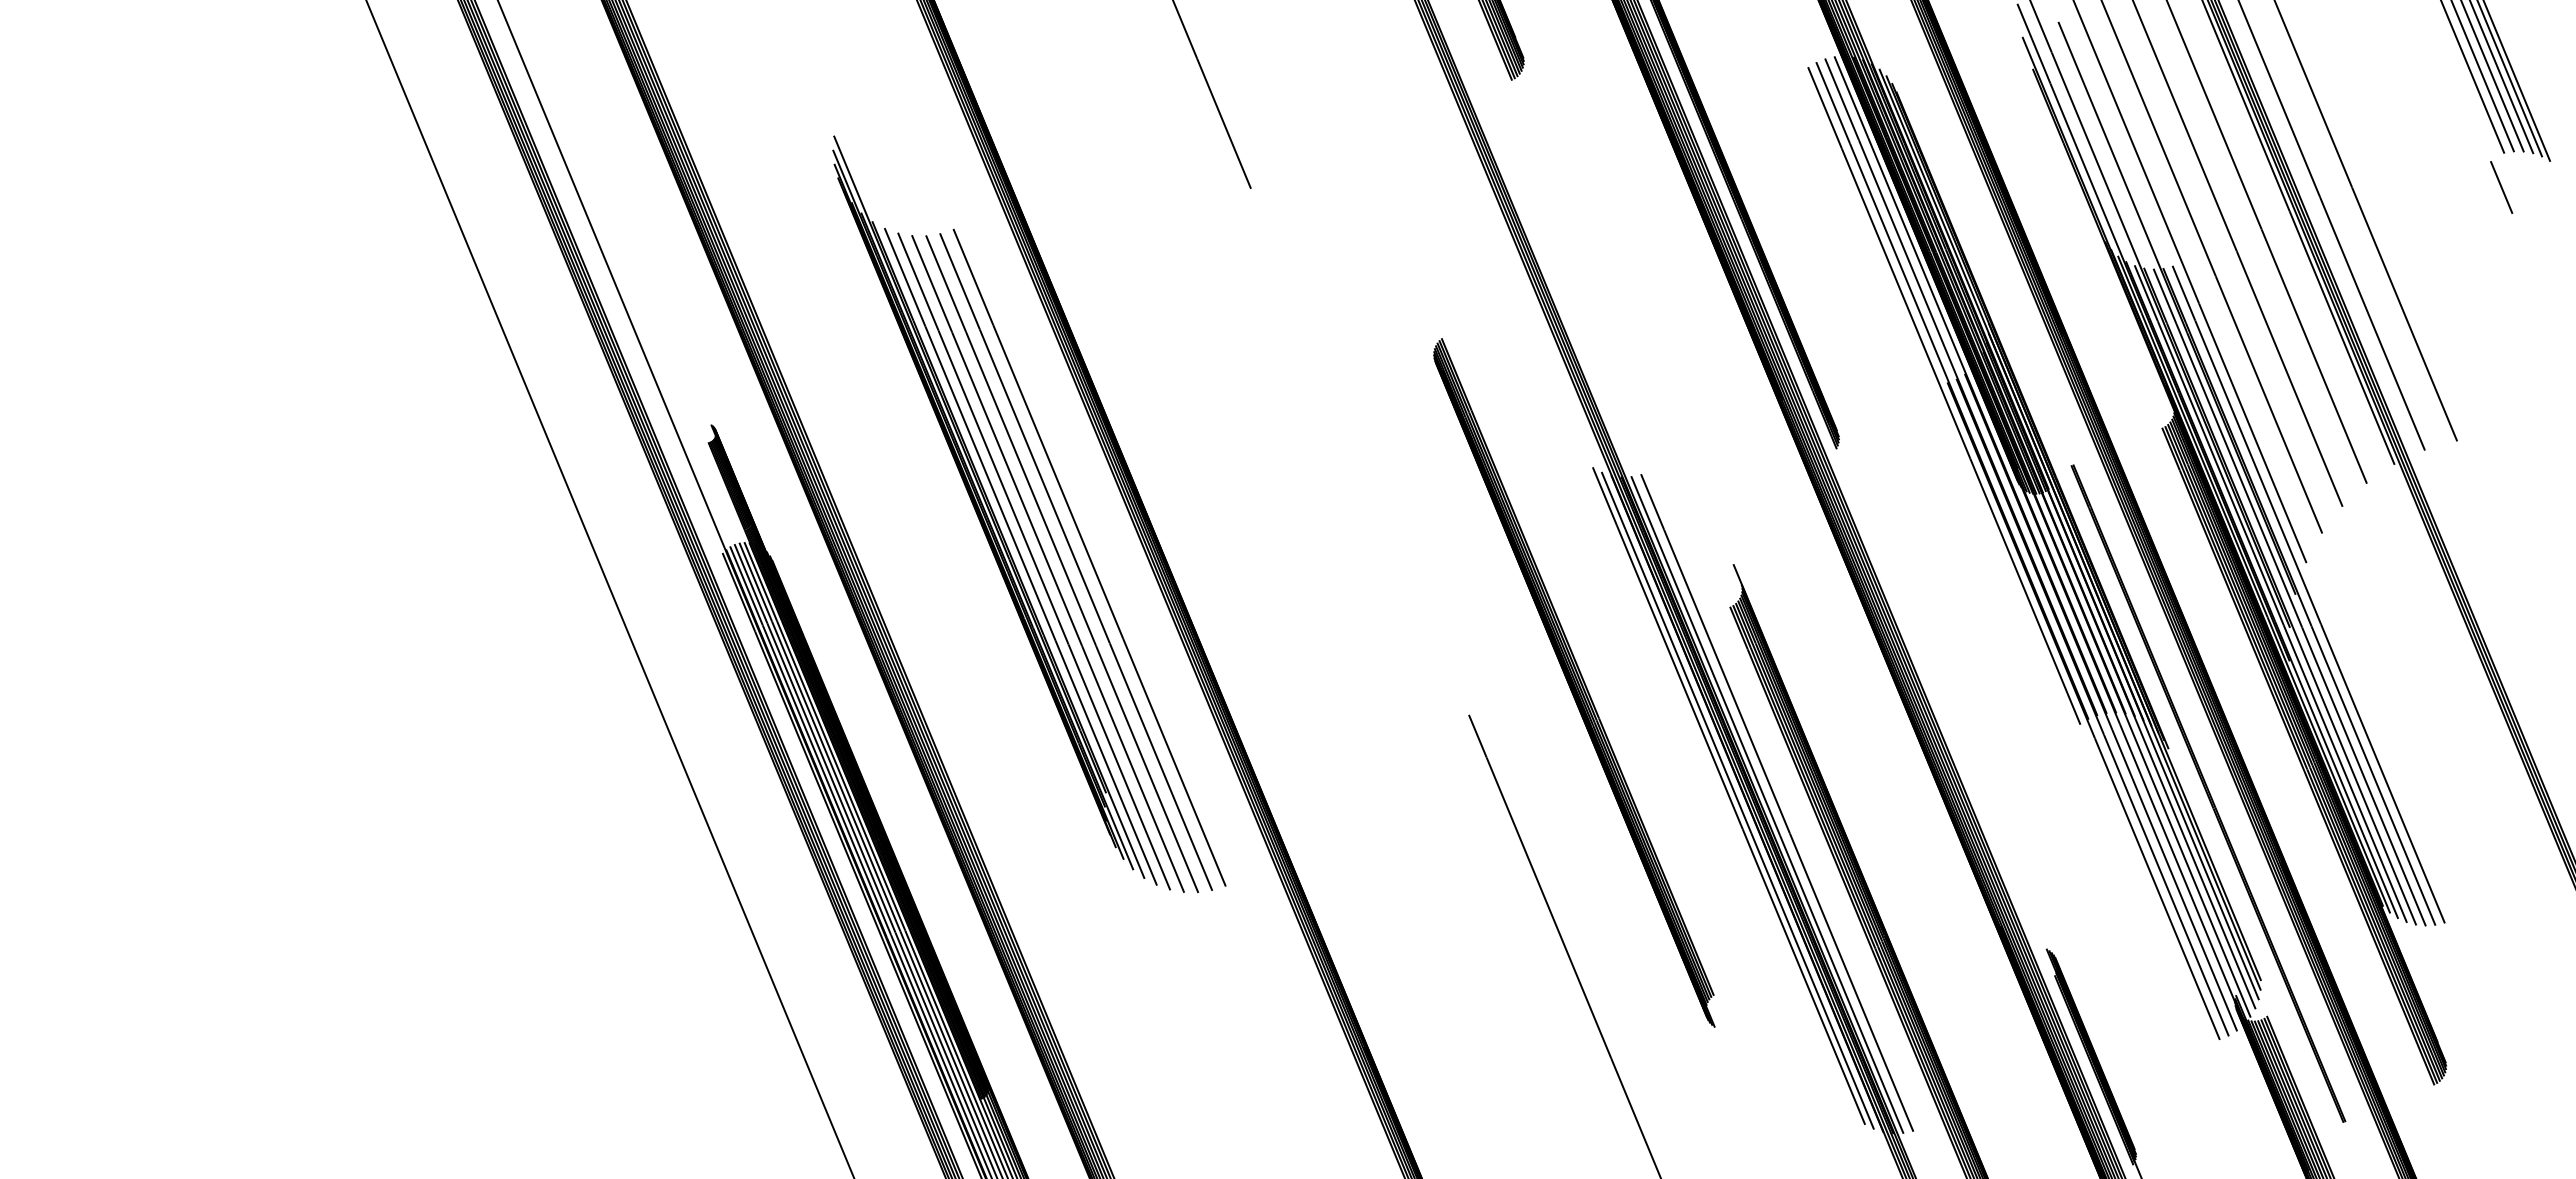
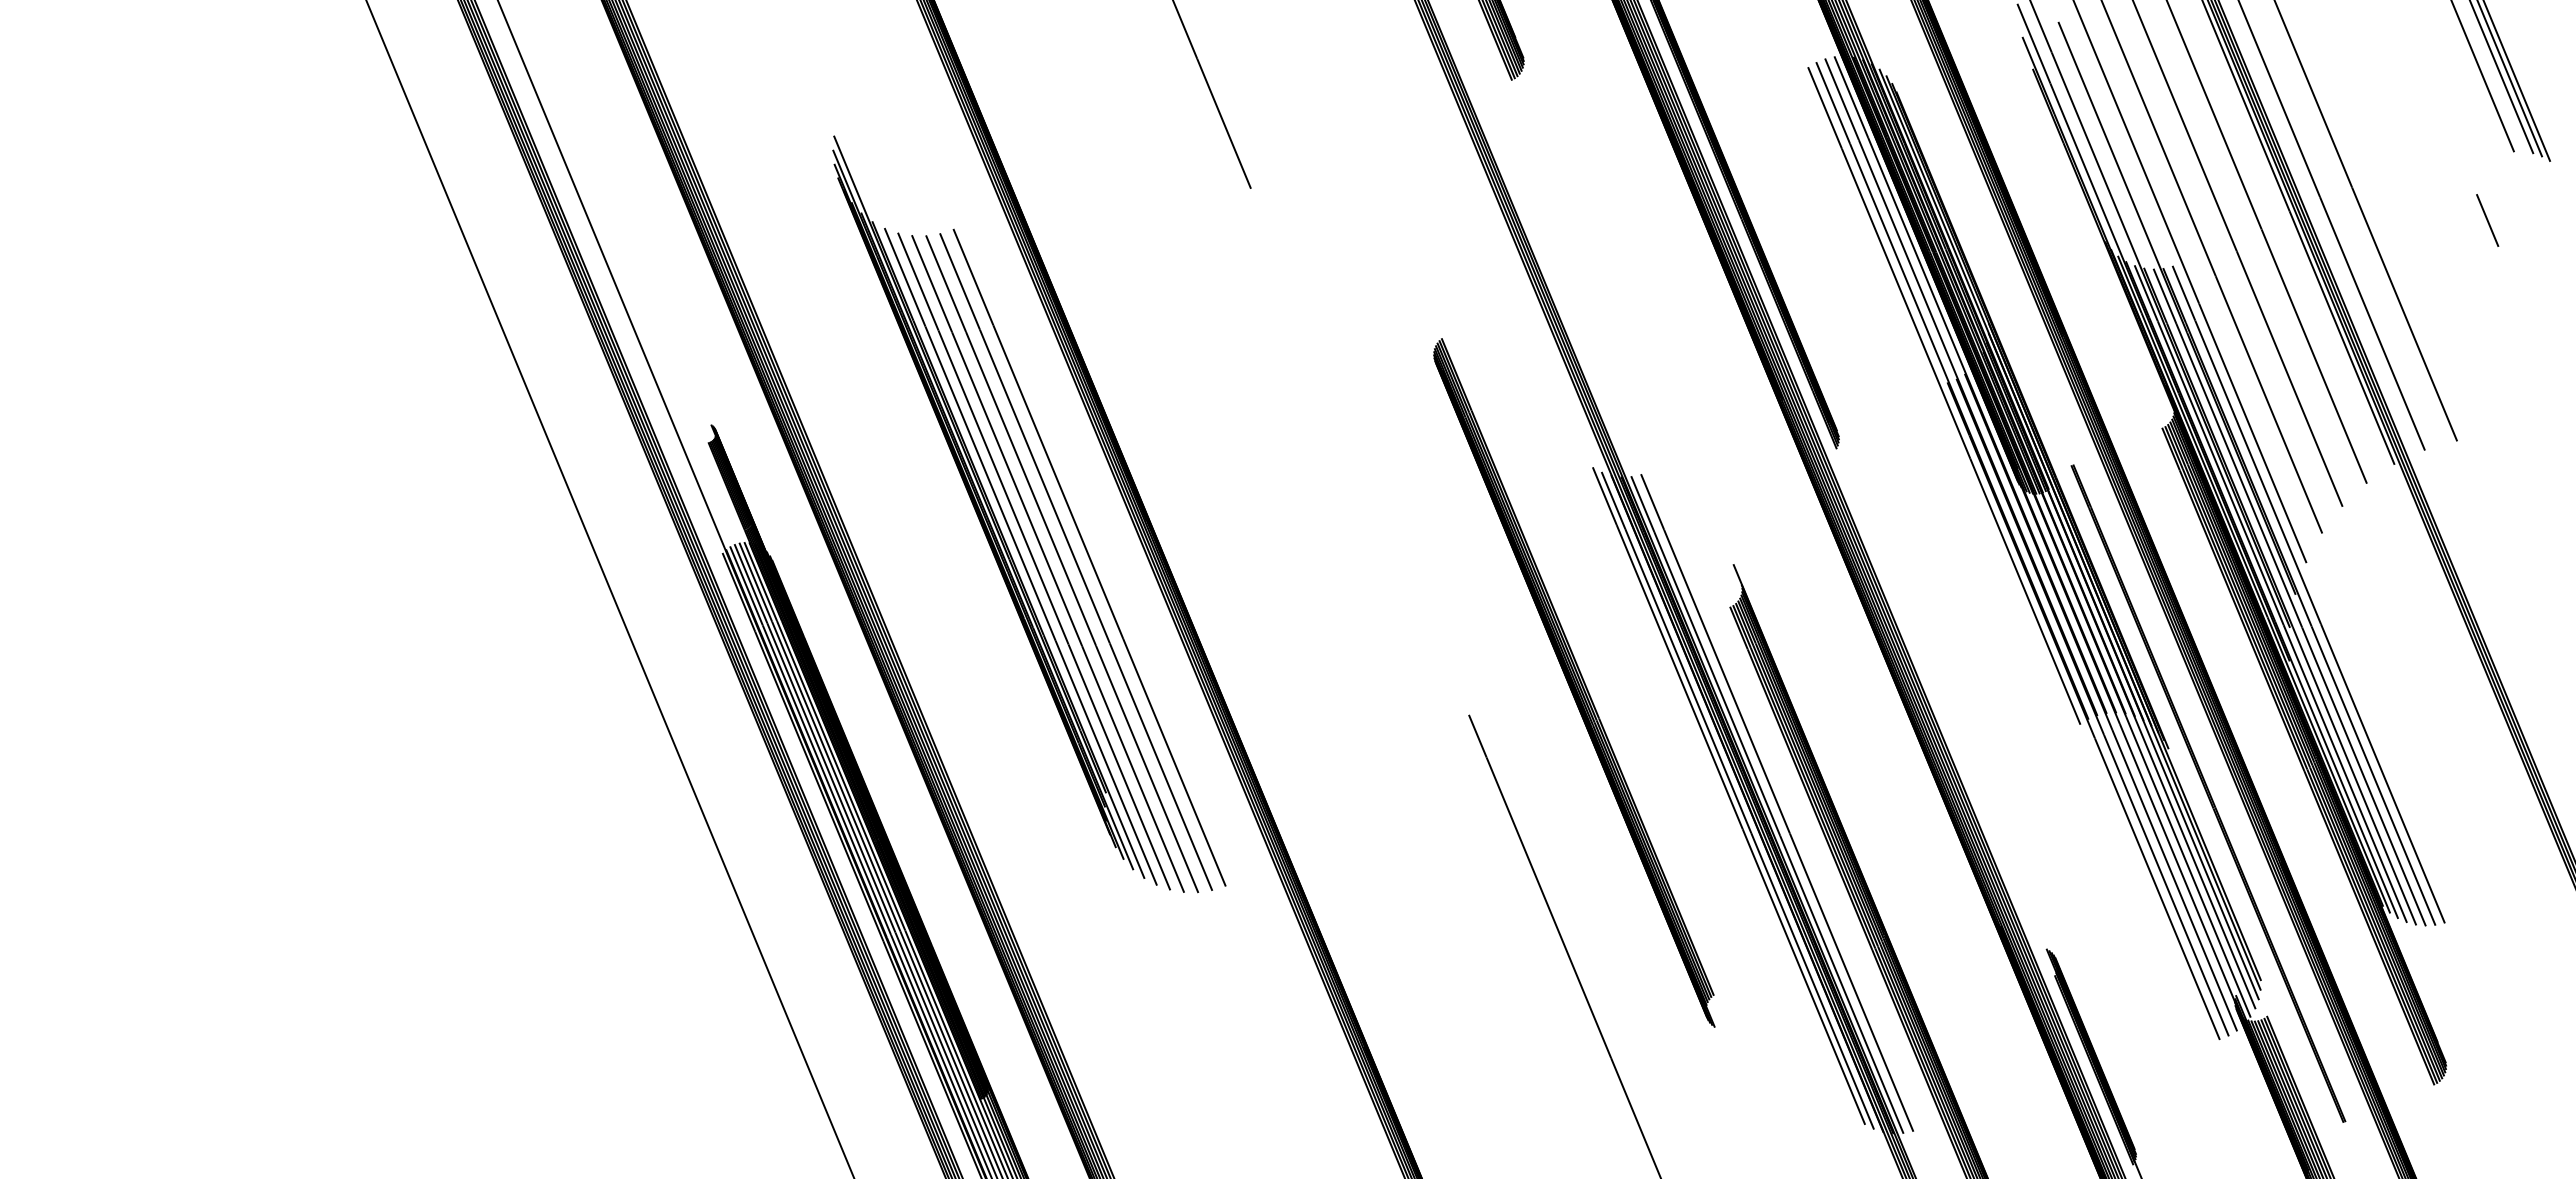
line at (2472, 77): present -> none
line at (2492, 77): present -> none
line at (2501, 187) position: (2501, 187) -> (2487, 220)
